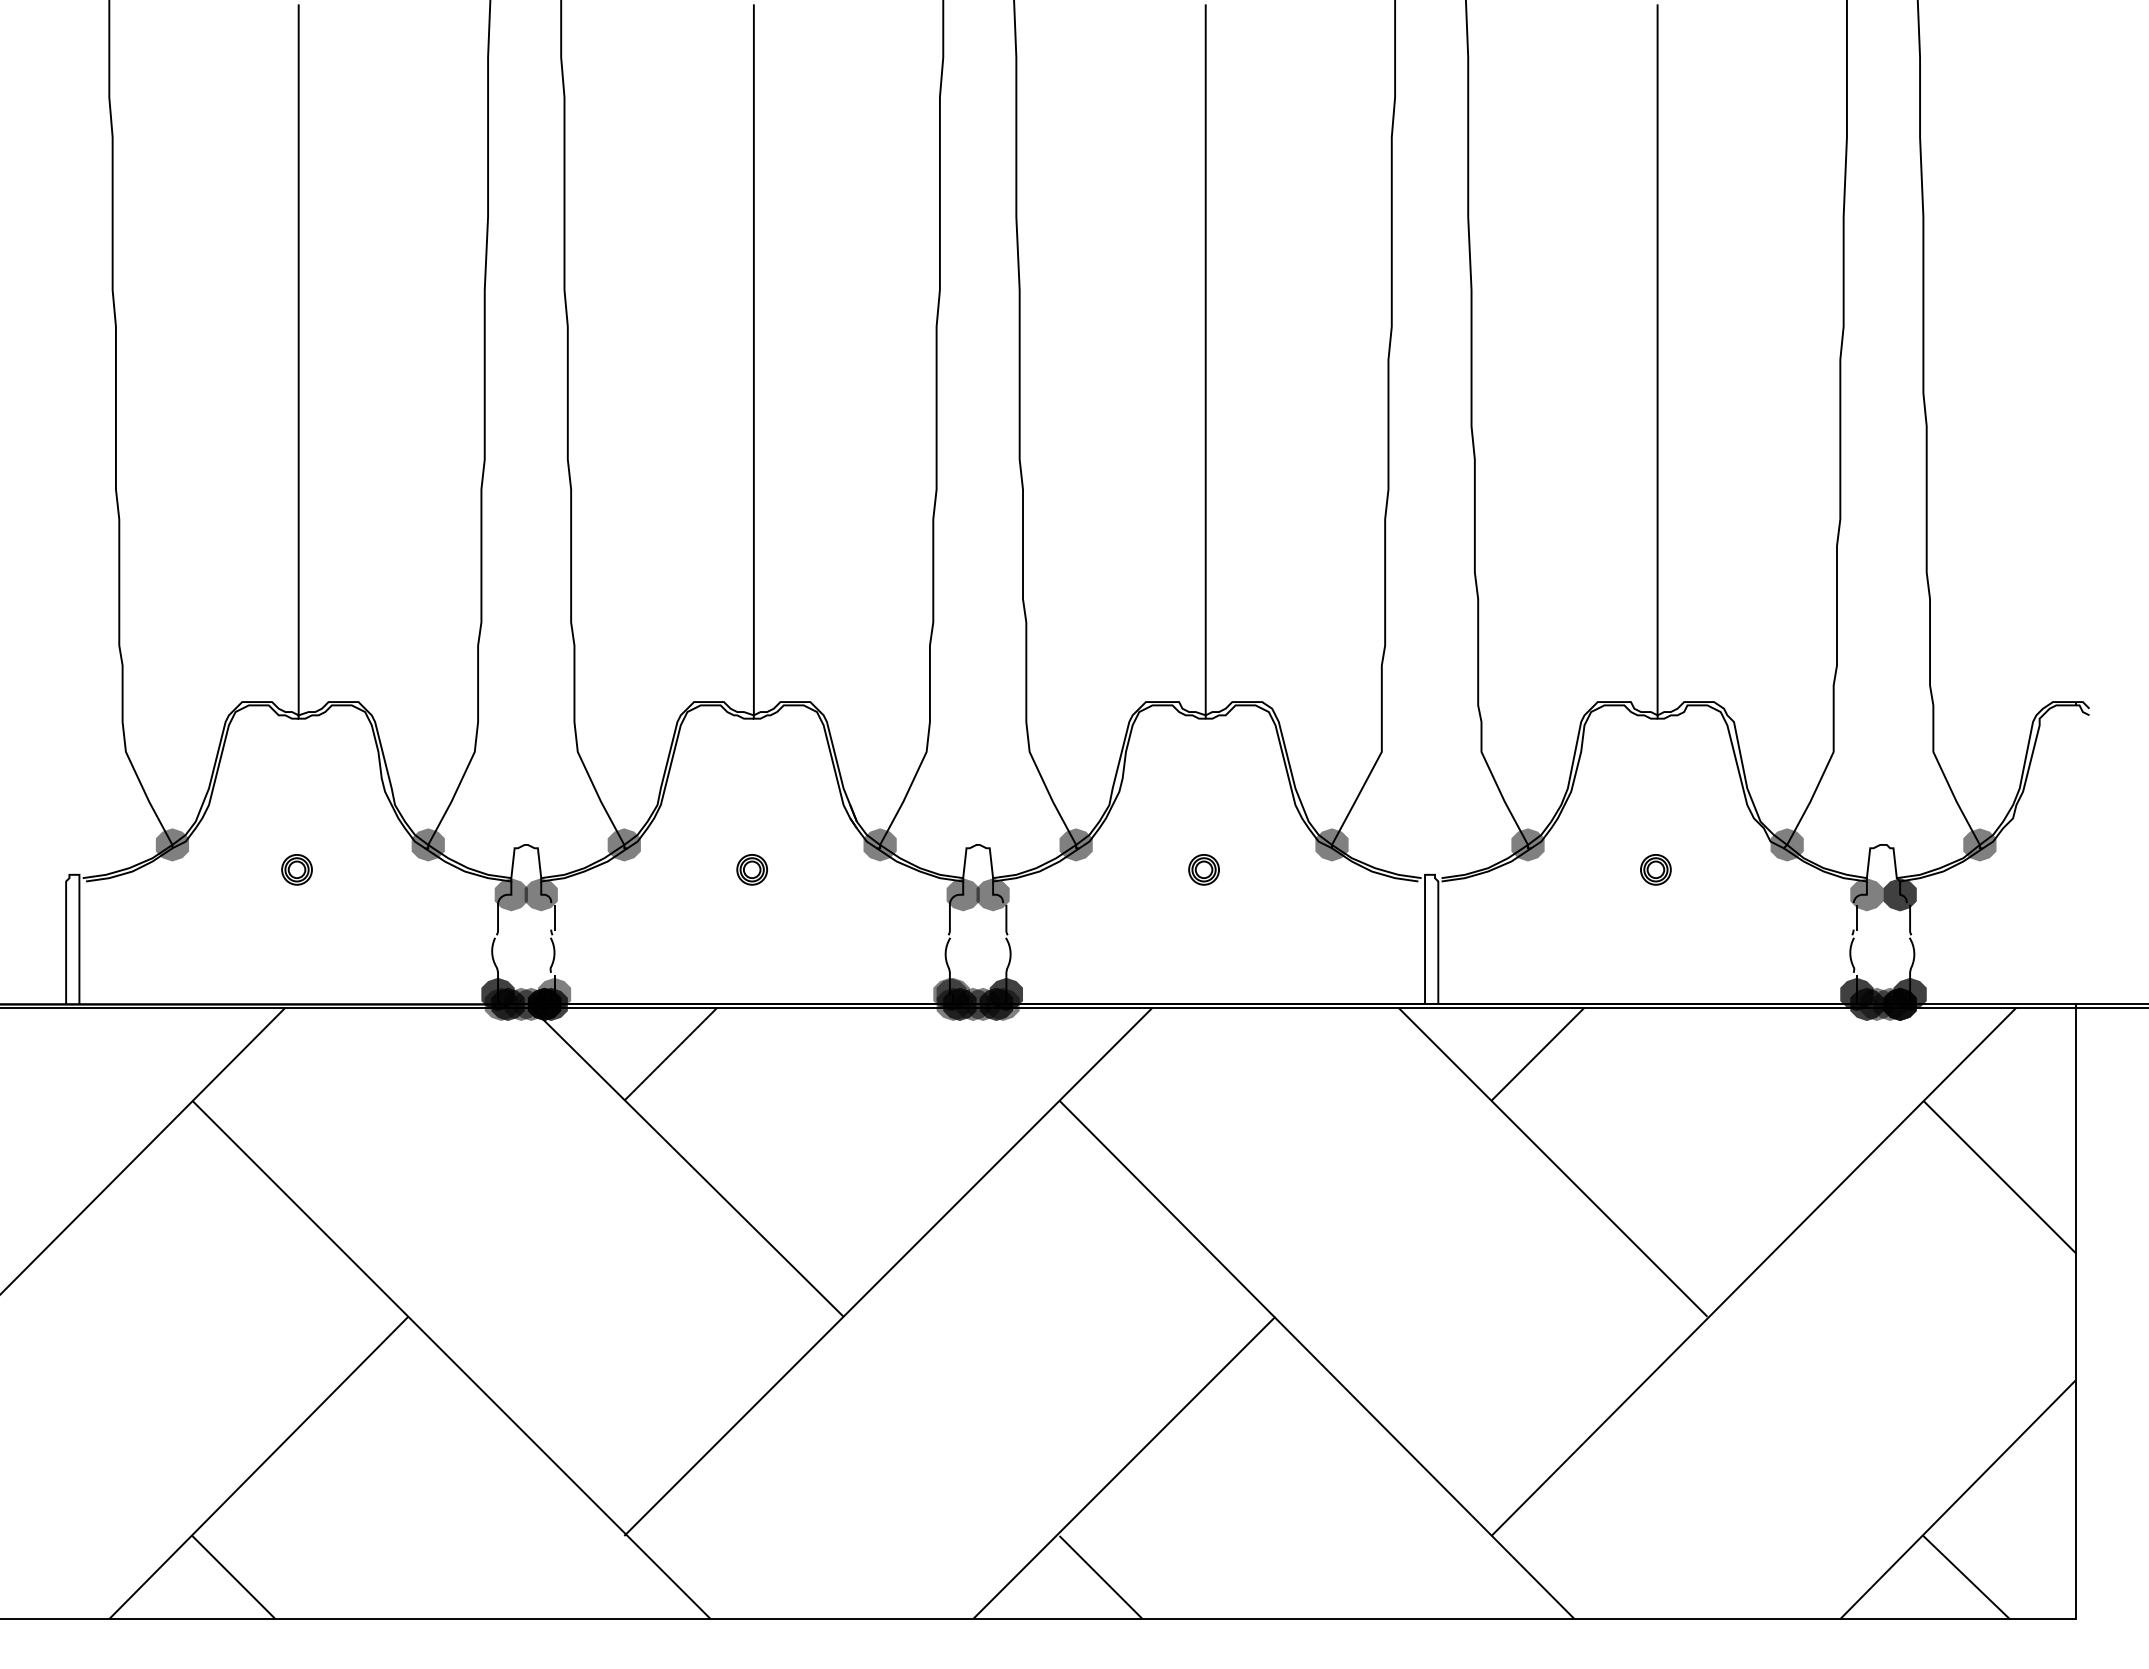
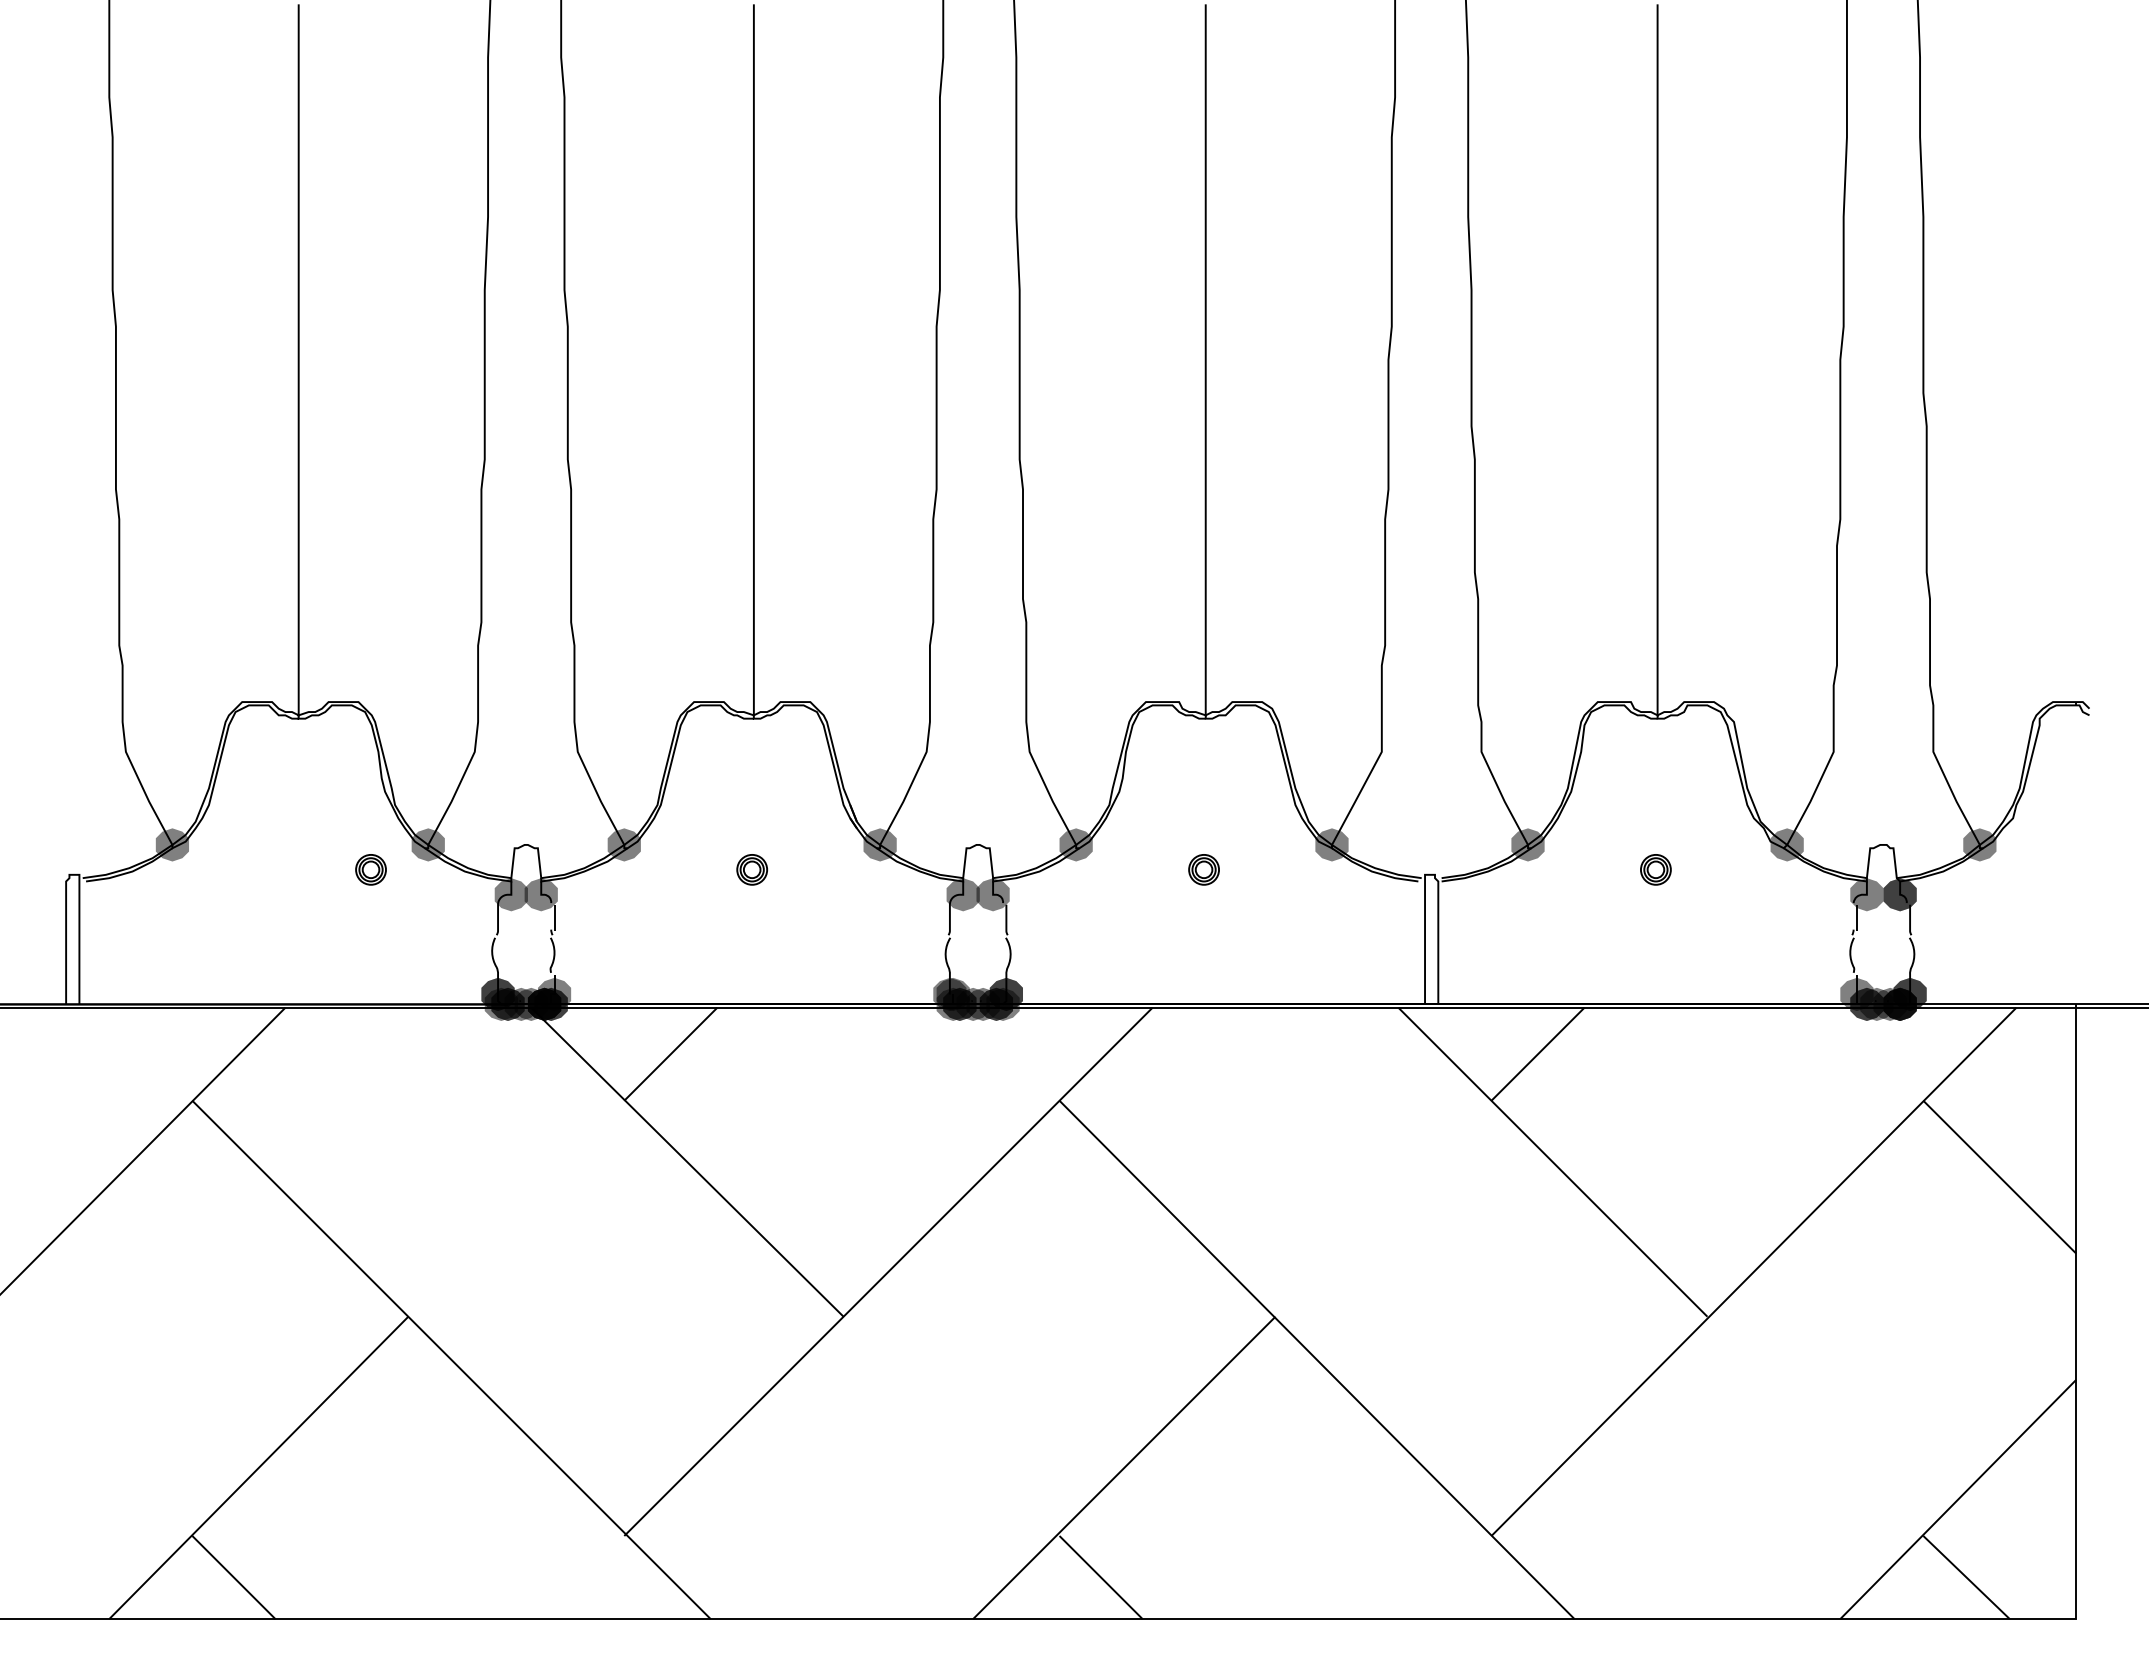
part at (296, 869) position: (296, 869) -> (370, 869)
fill at (1856, 994): present -> none
